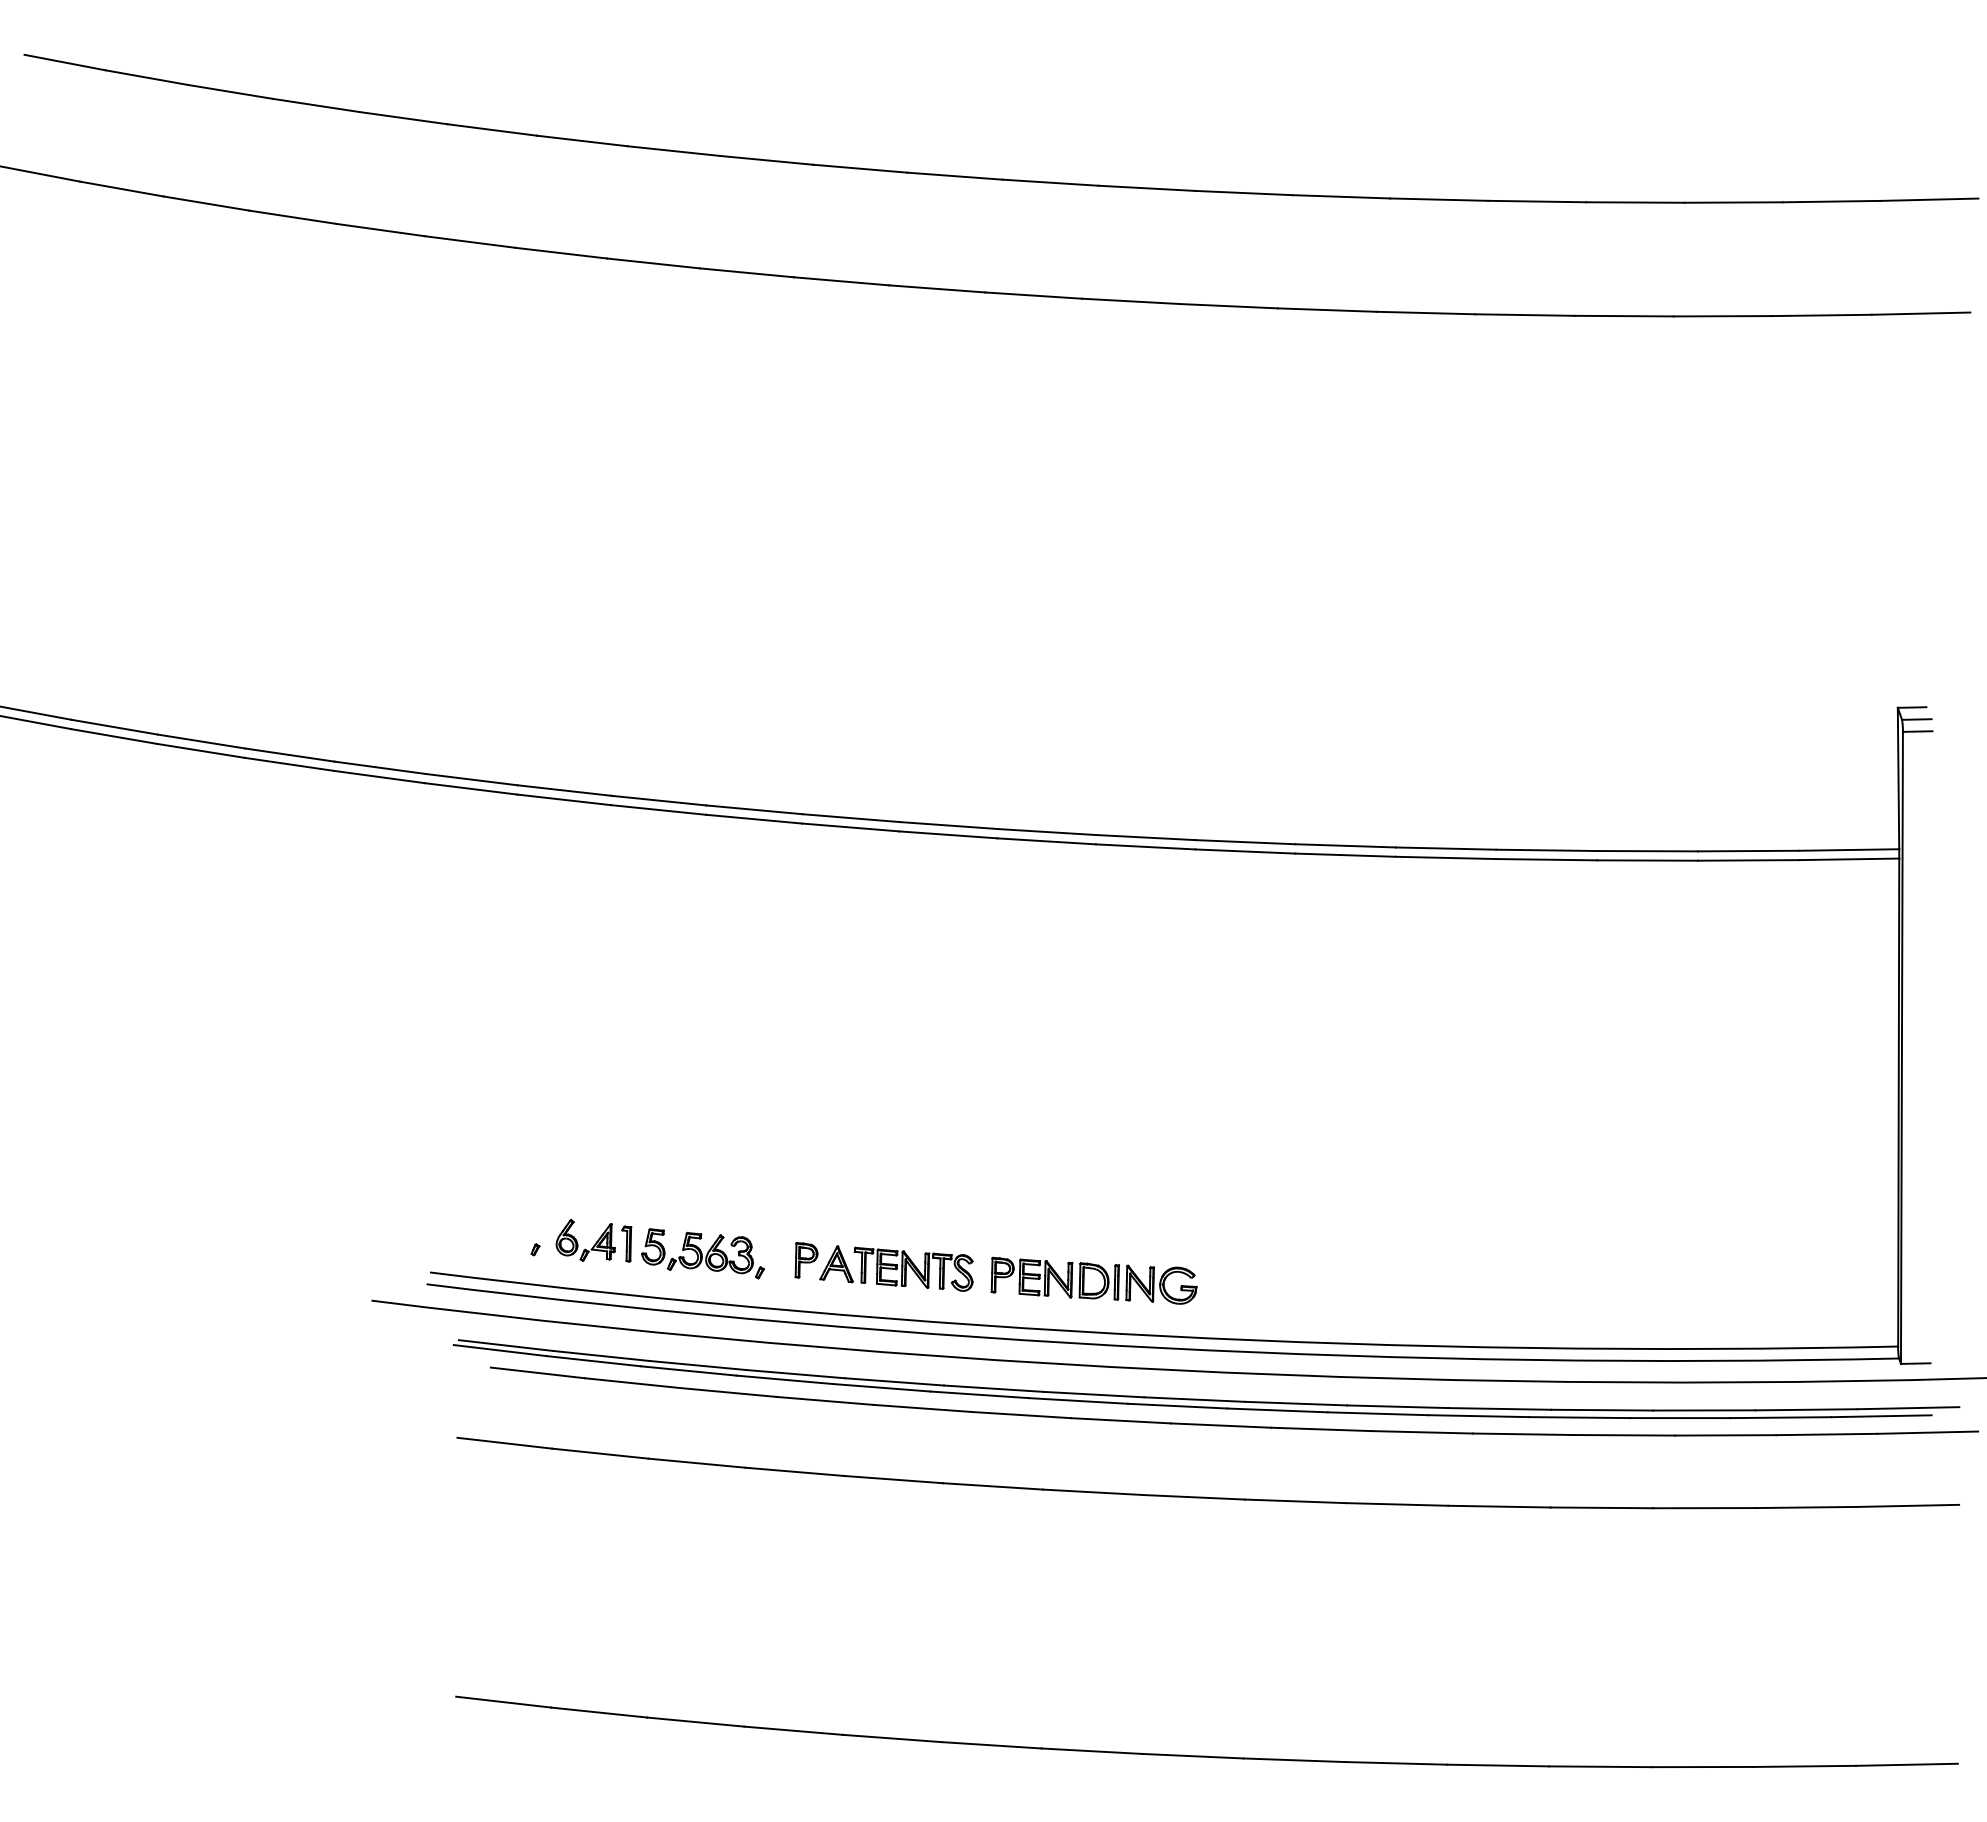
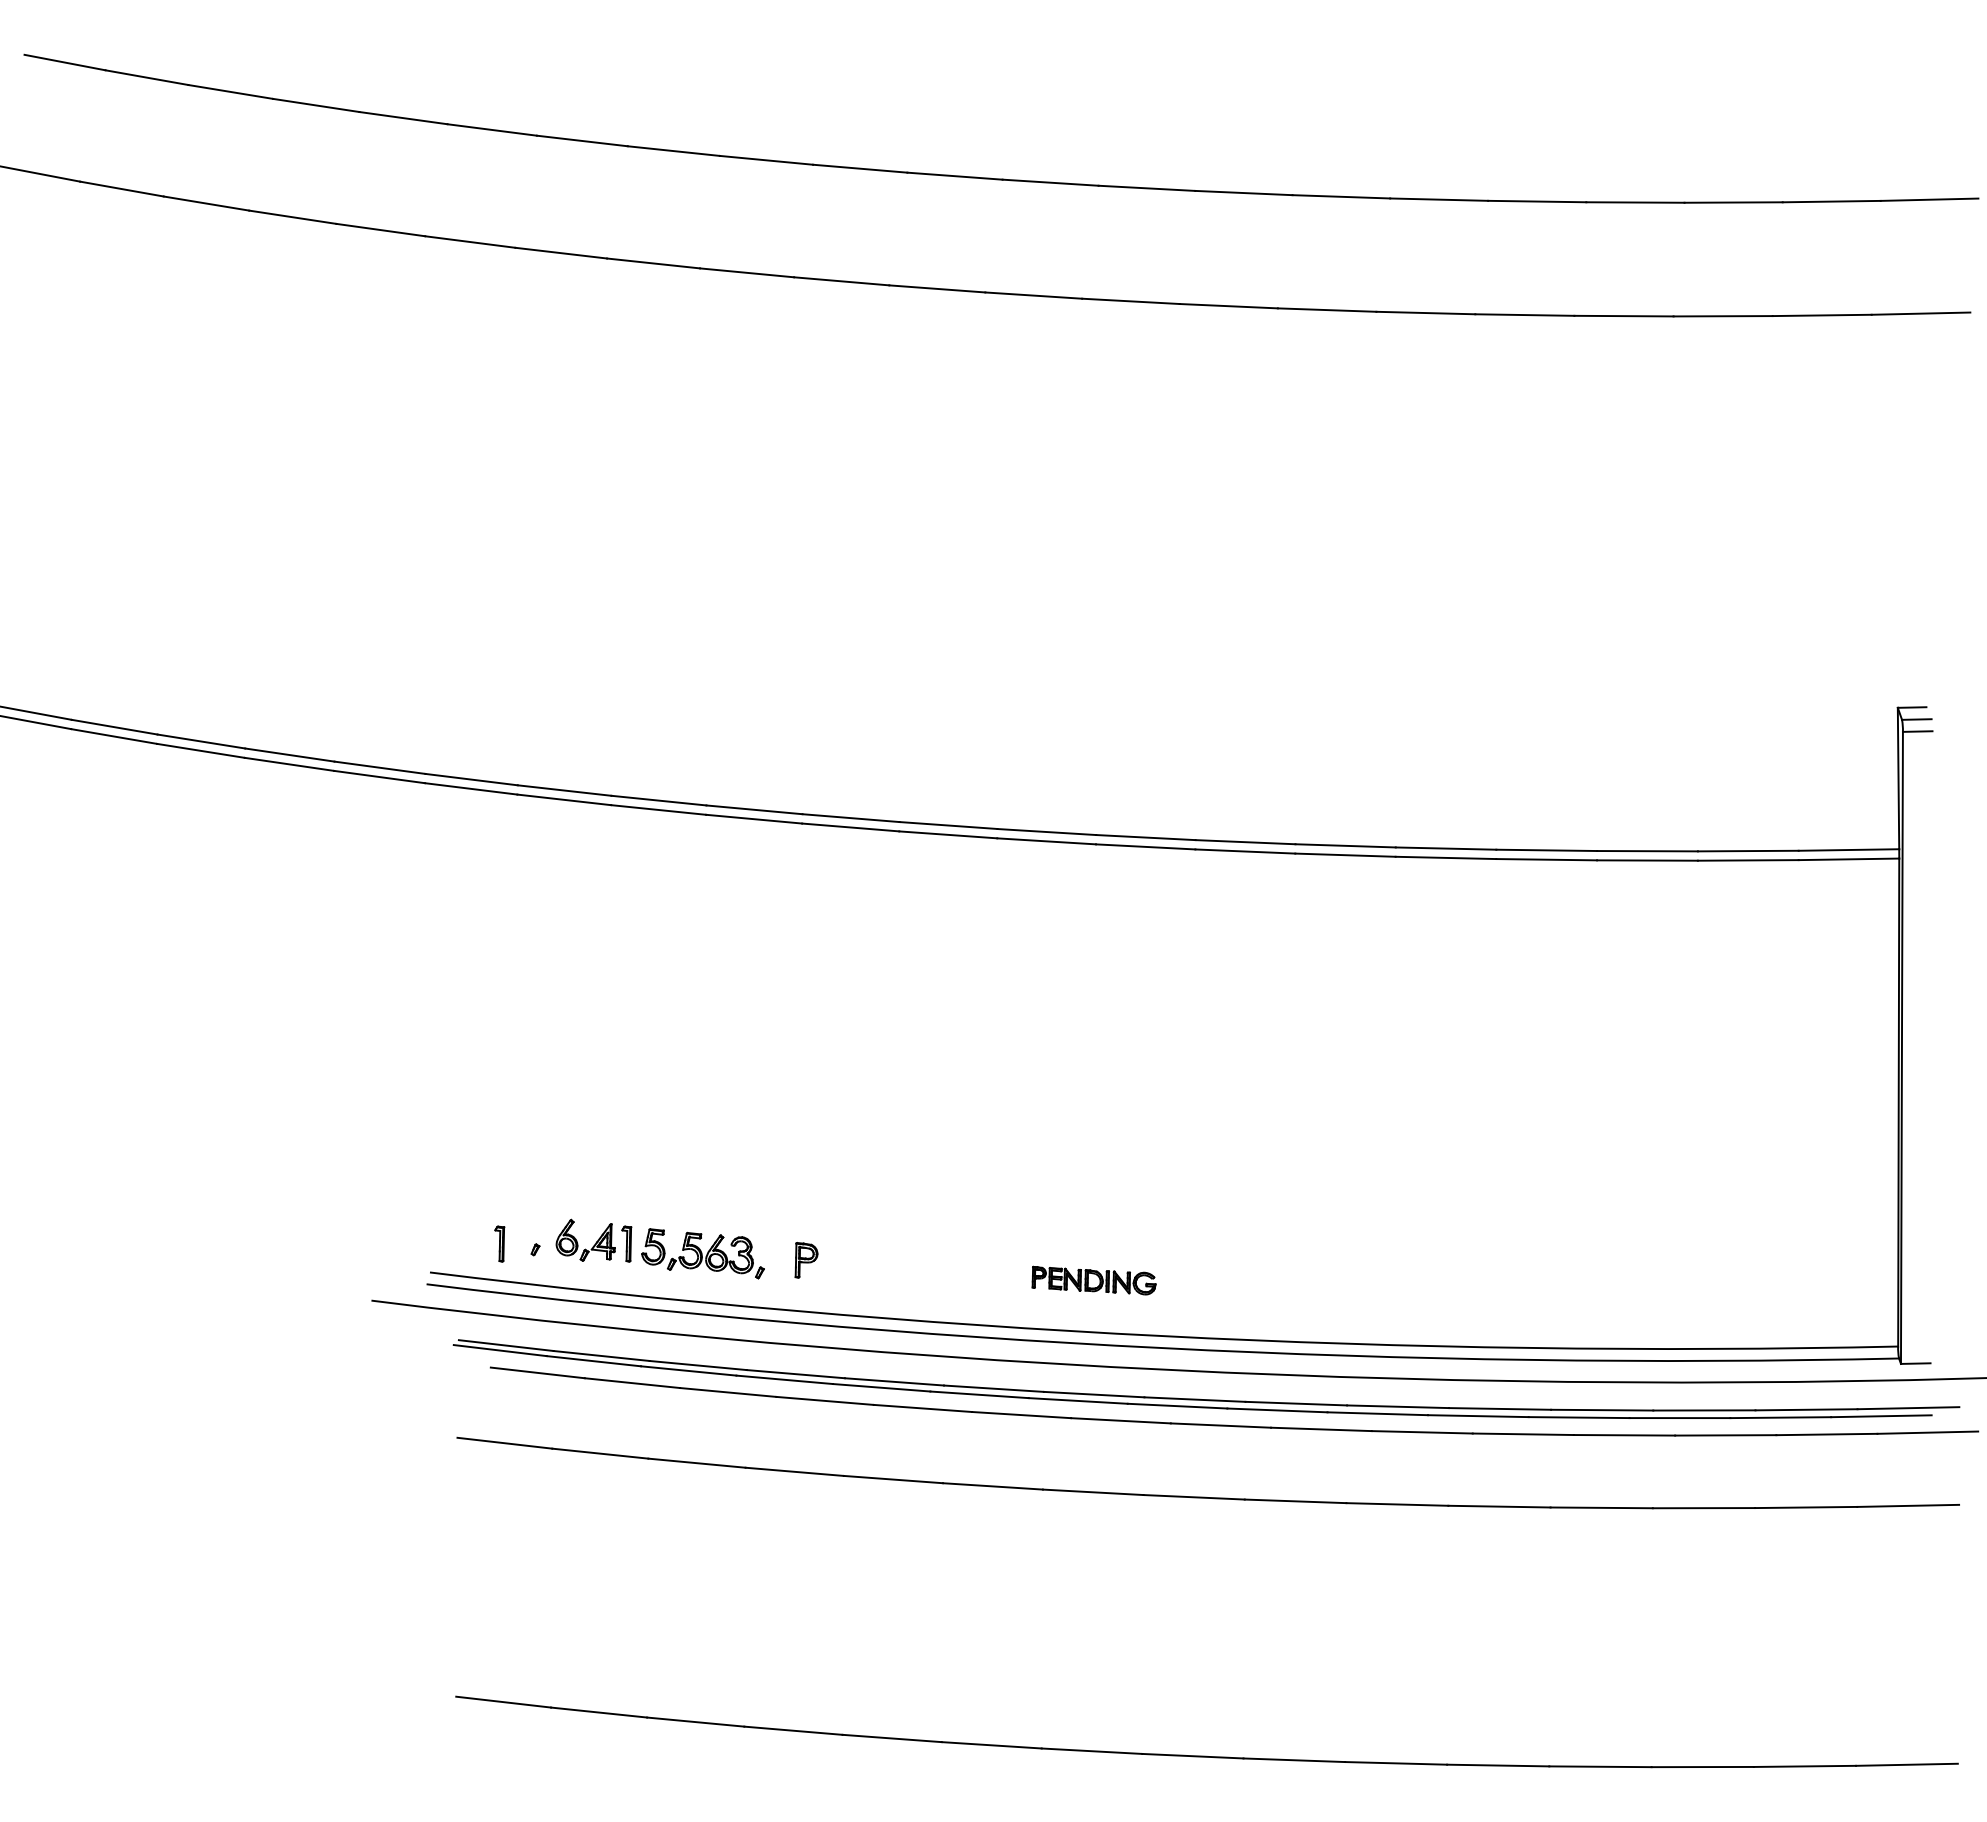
part at (499, 1243): none -> present
part at (896, 1268): present -> none
part at (1093, 1280) size: 208x49 px -> 126x31 px
